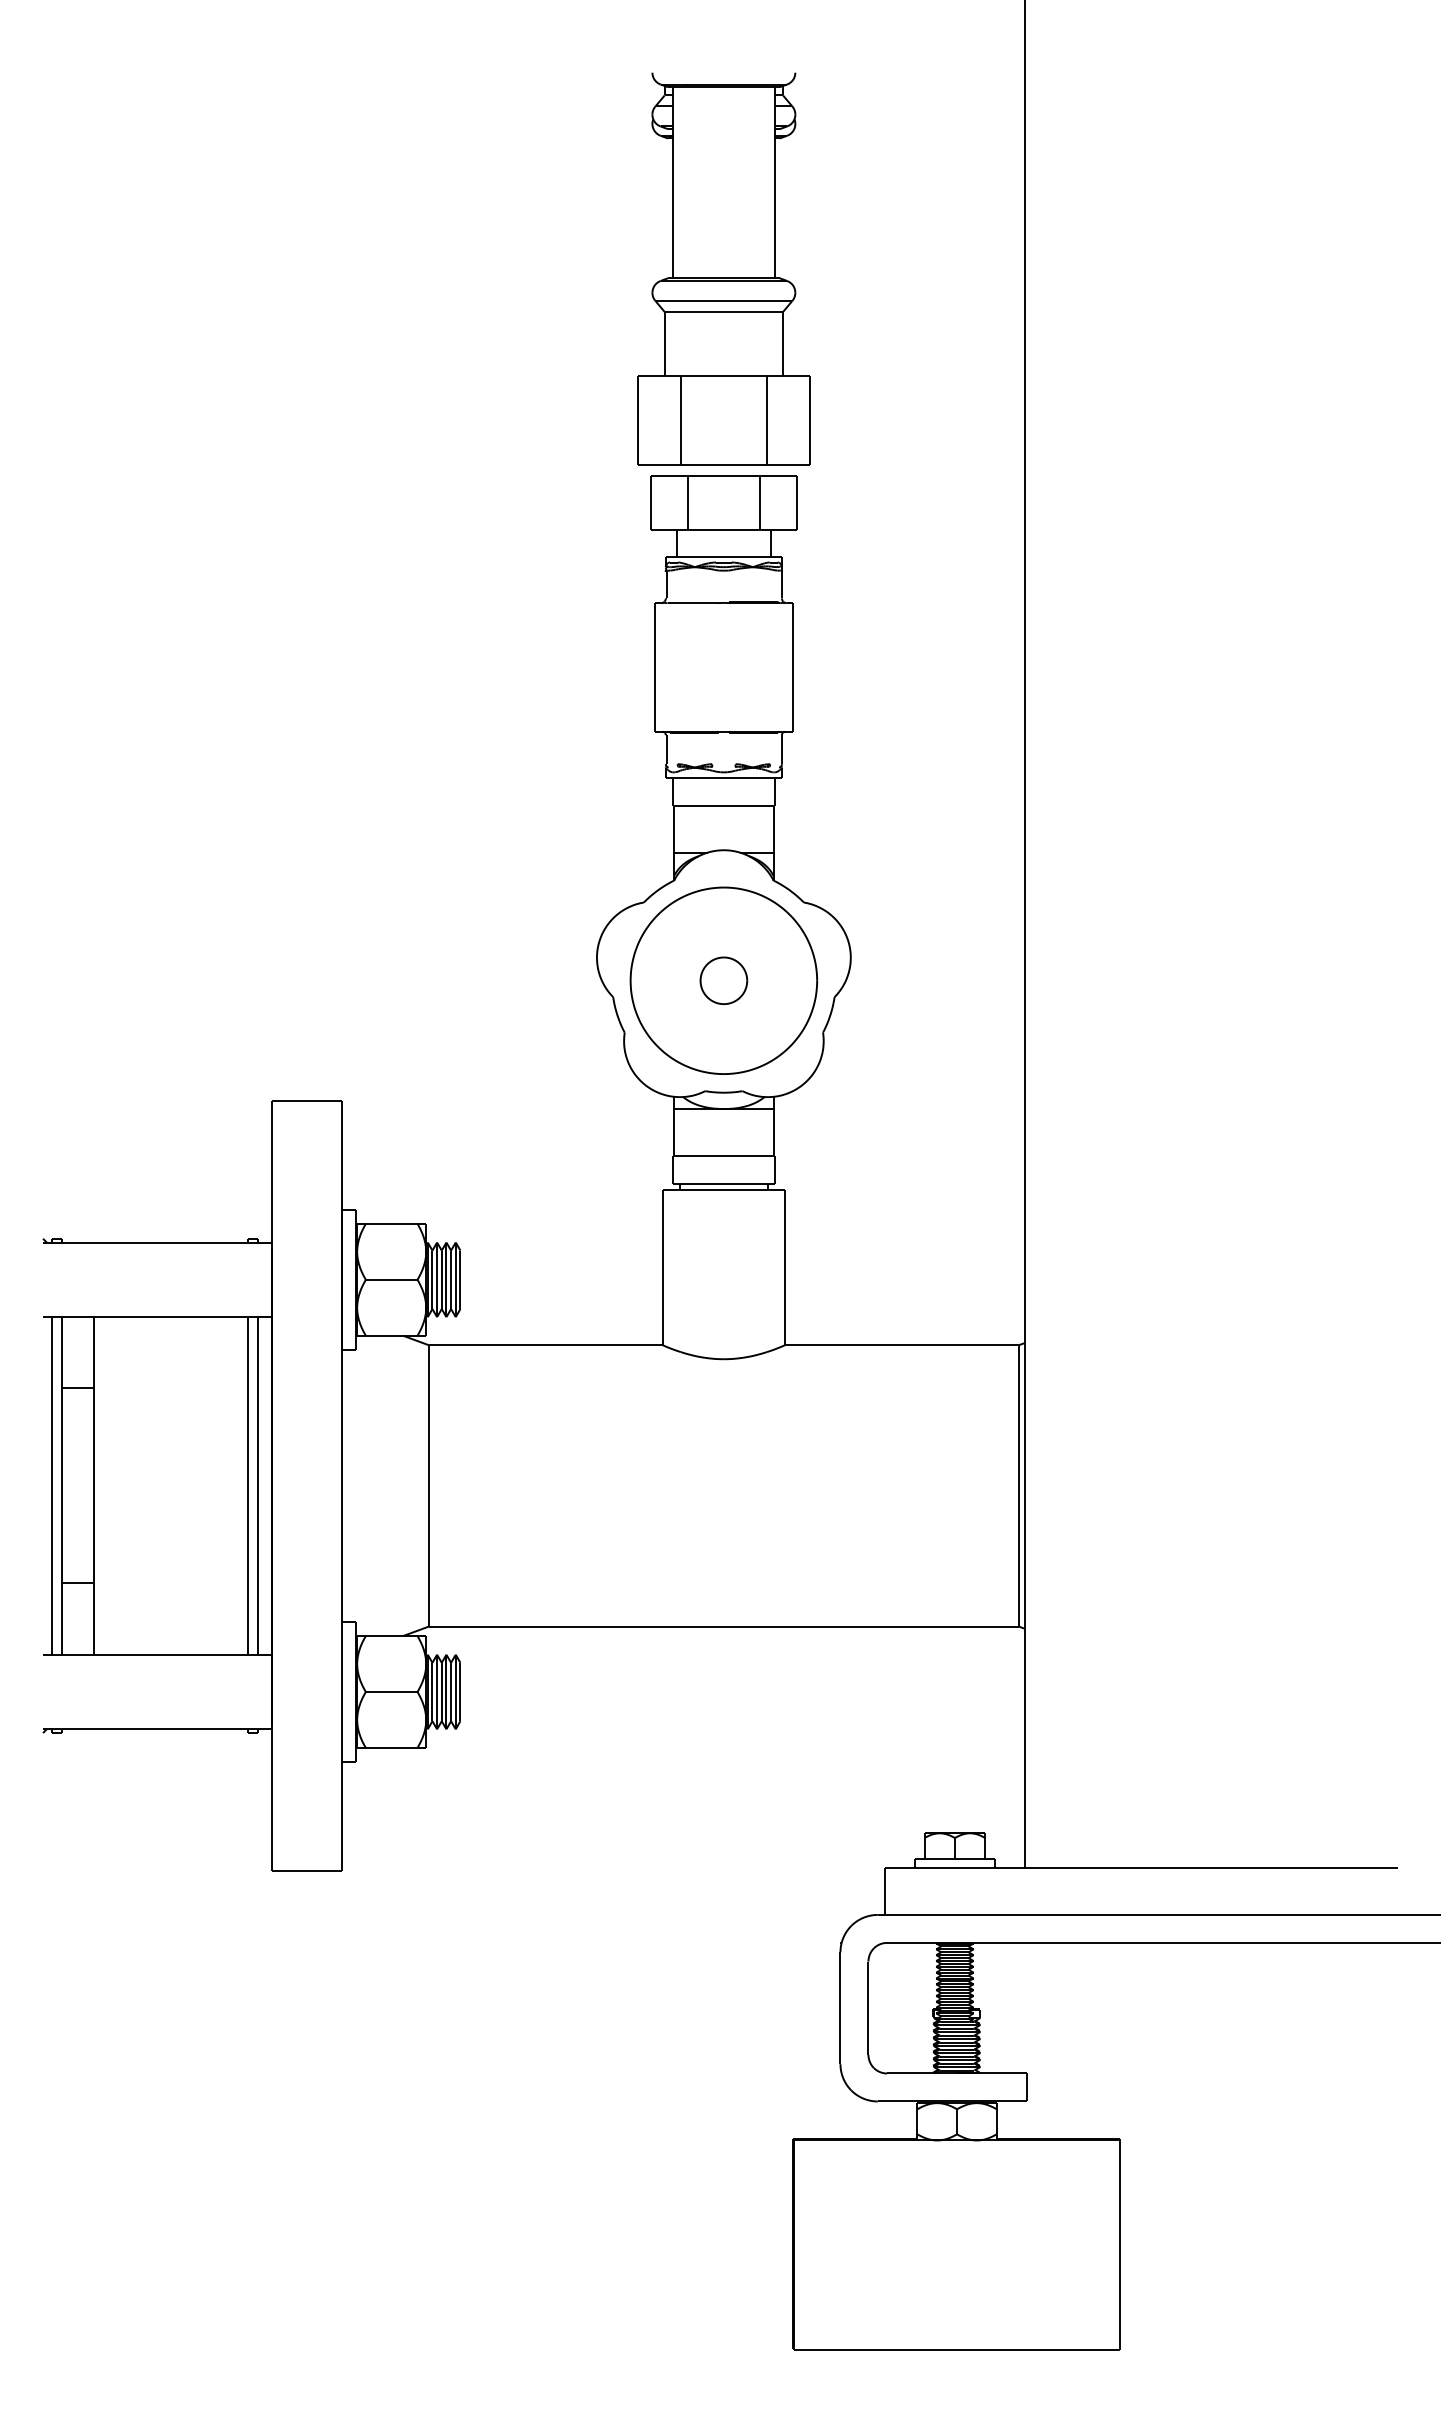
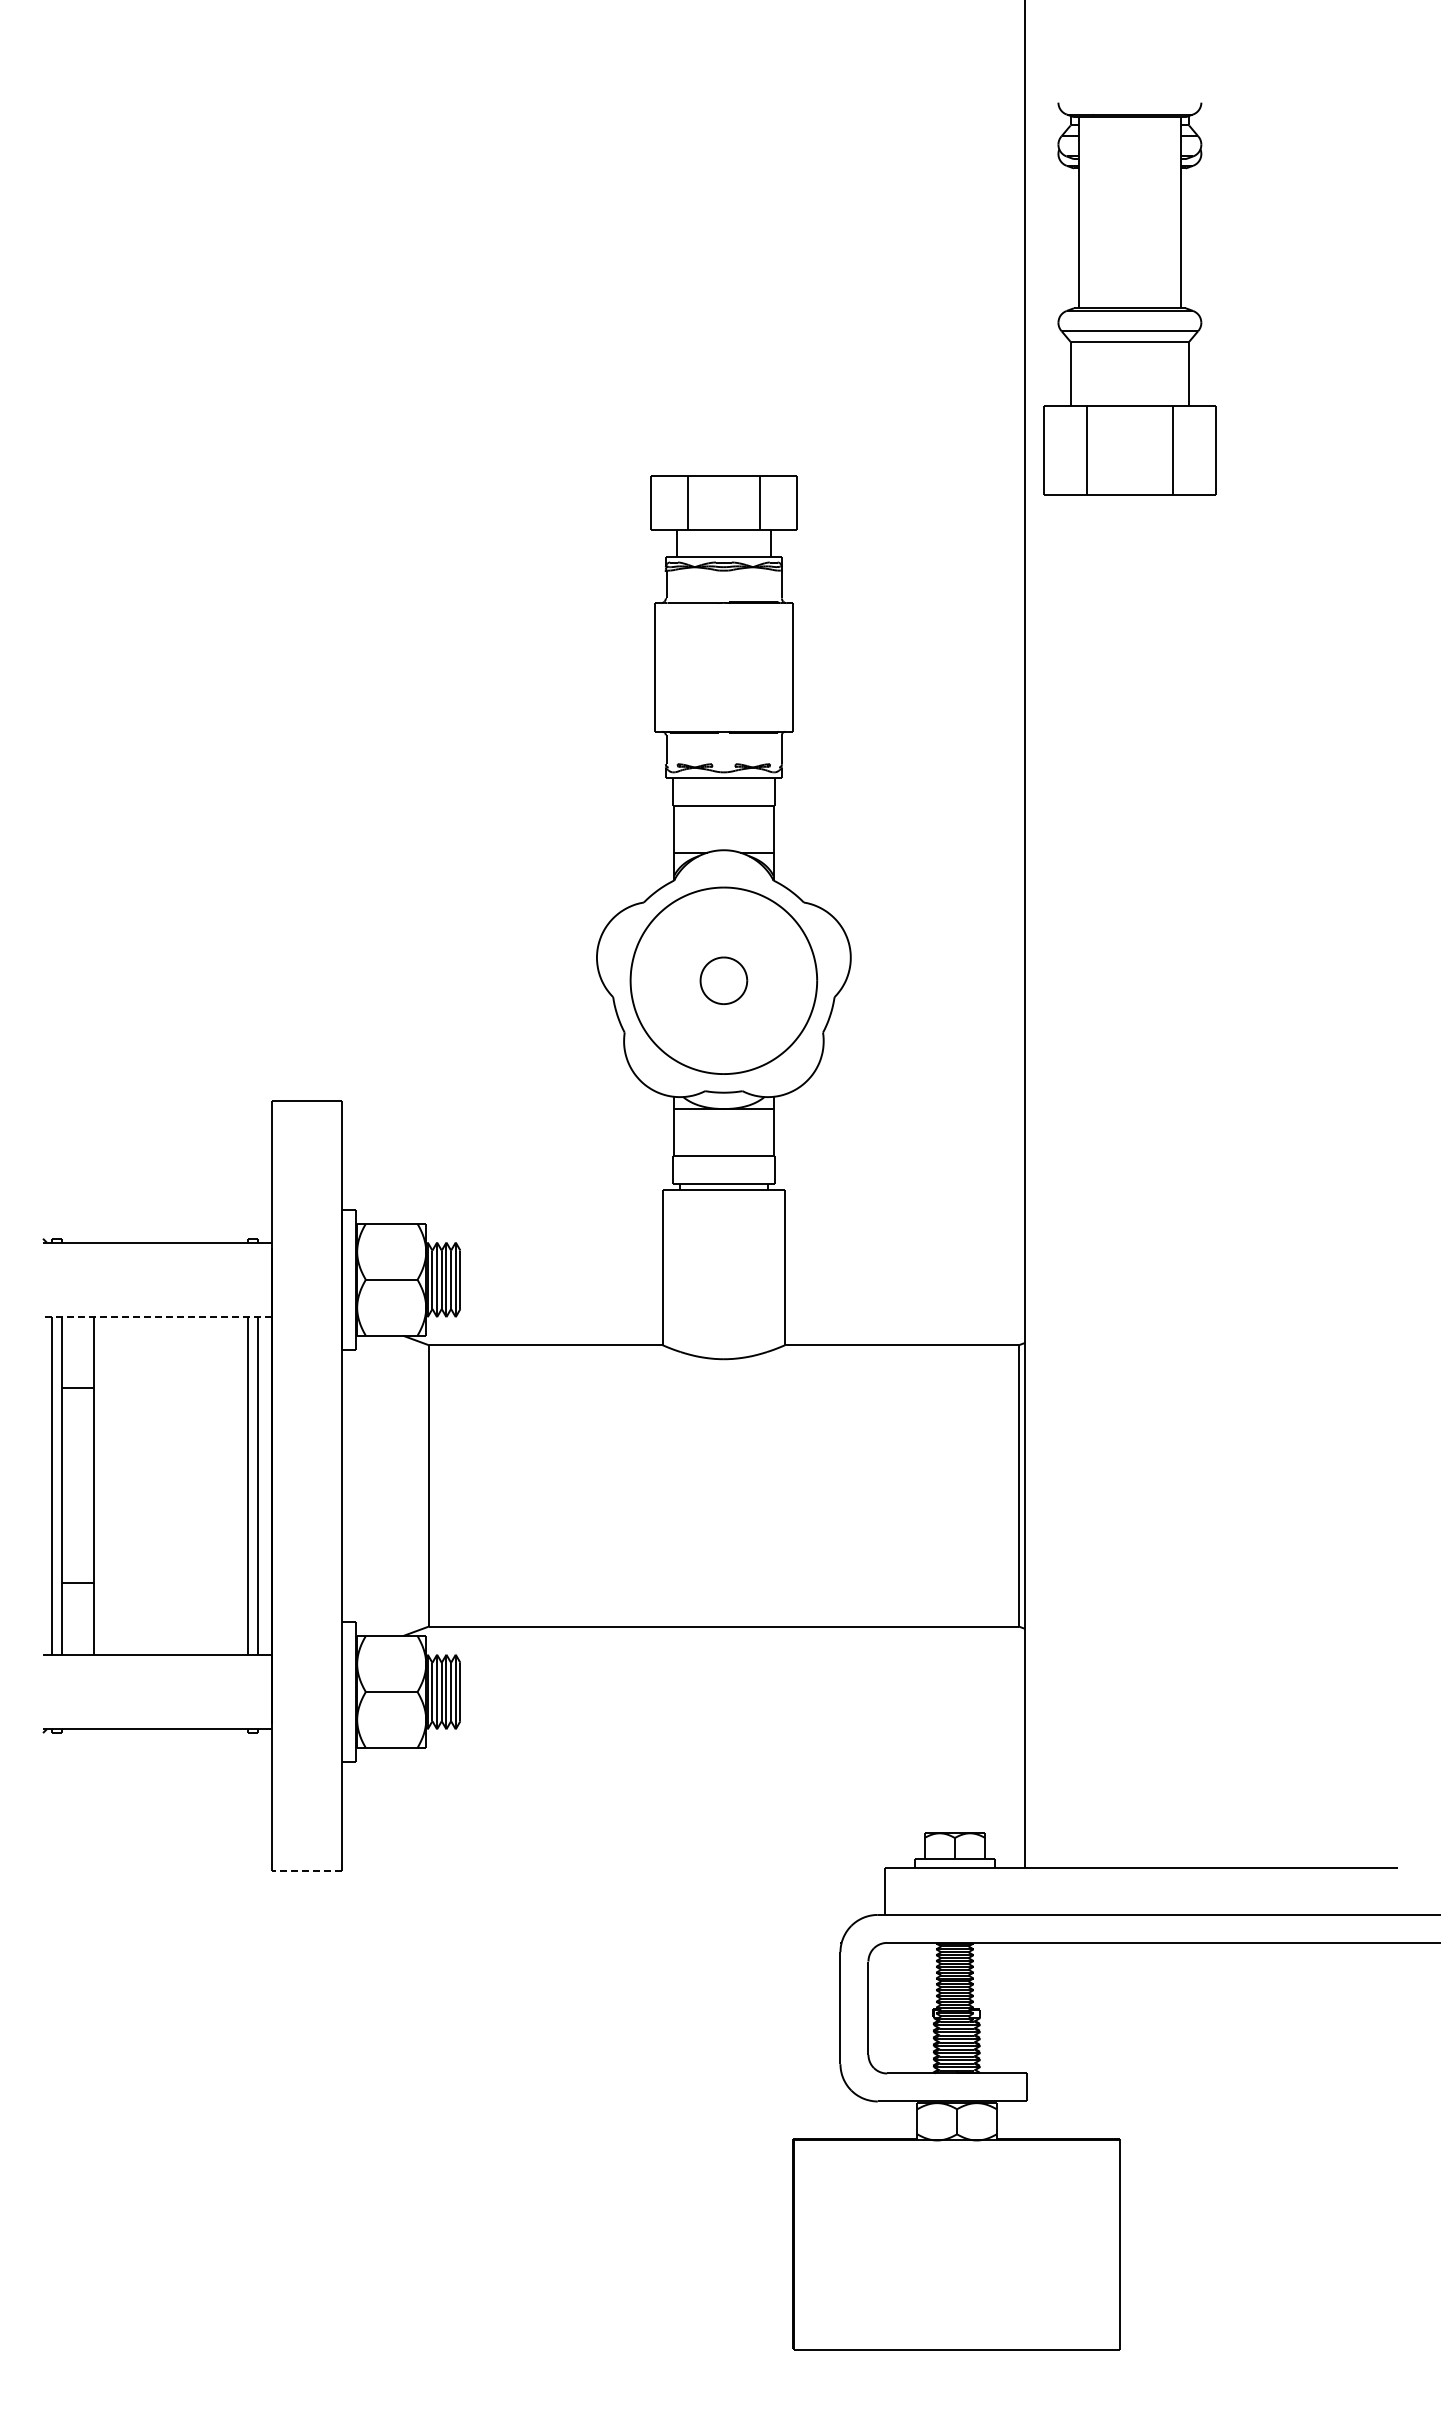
part at (723, 268) position: (723, 268) -> (1129, 298)
line at (156, 1317): solid -> dashed
line at (306, 1870): solid -> dashed
